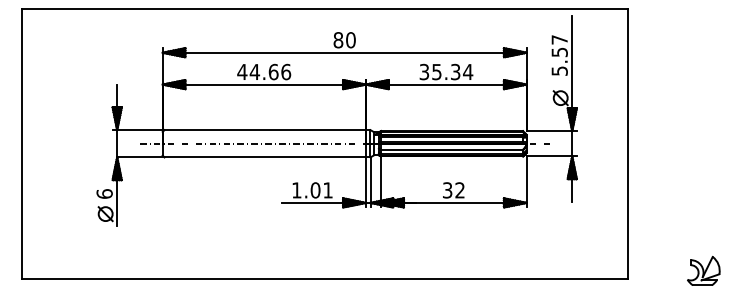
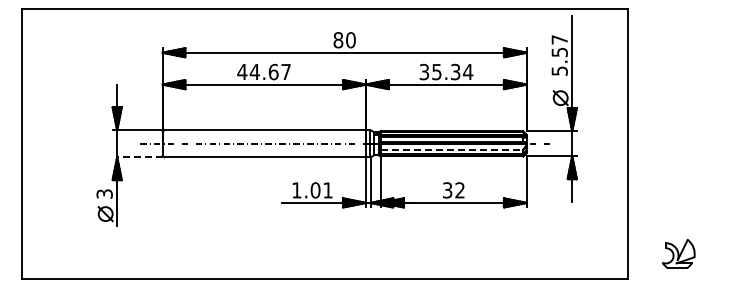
text at (286, 71): 44.66 -> 44.67
line at (452, 149): solid -> dashed
line at (139, 157): solid -> dashed
text at (104, 193): 6 -> 3
part at (703, 270) position: (703, 270) -> (678, 253)
